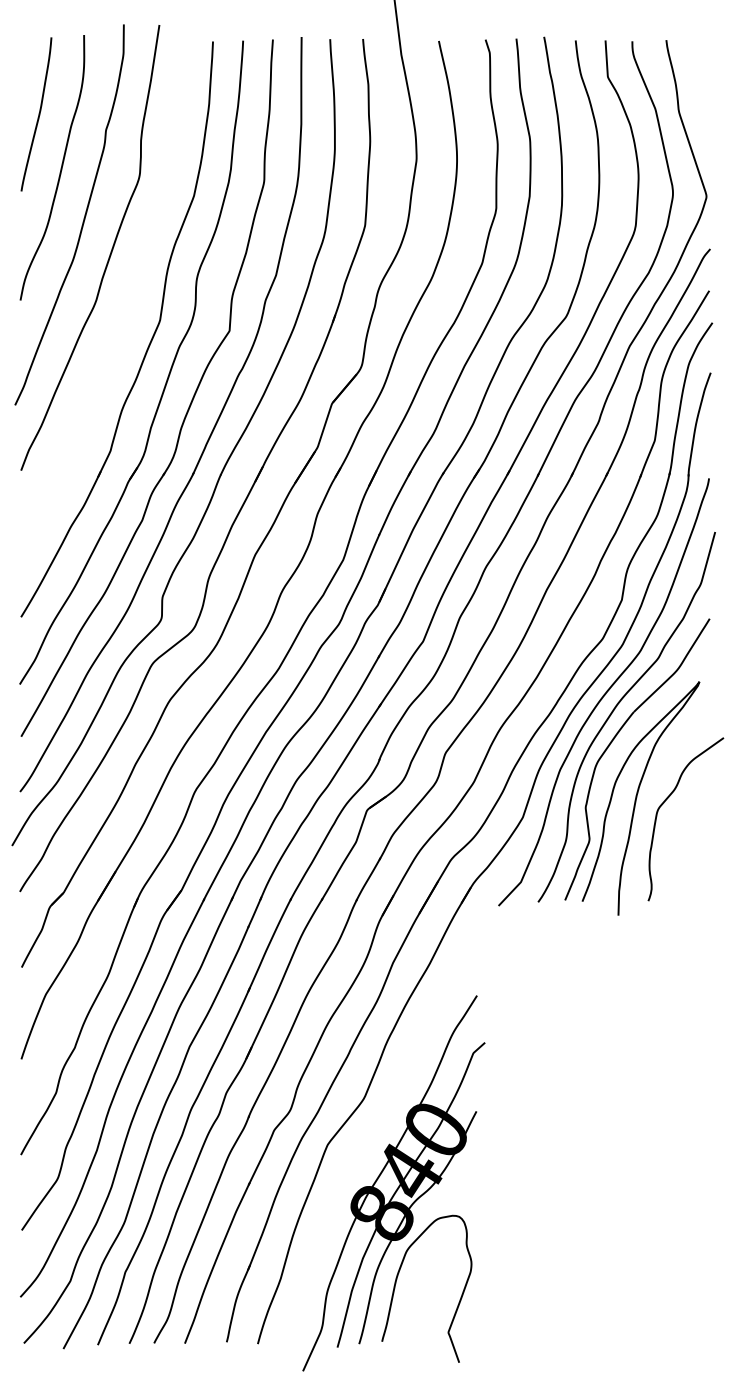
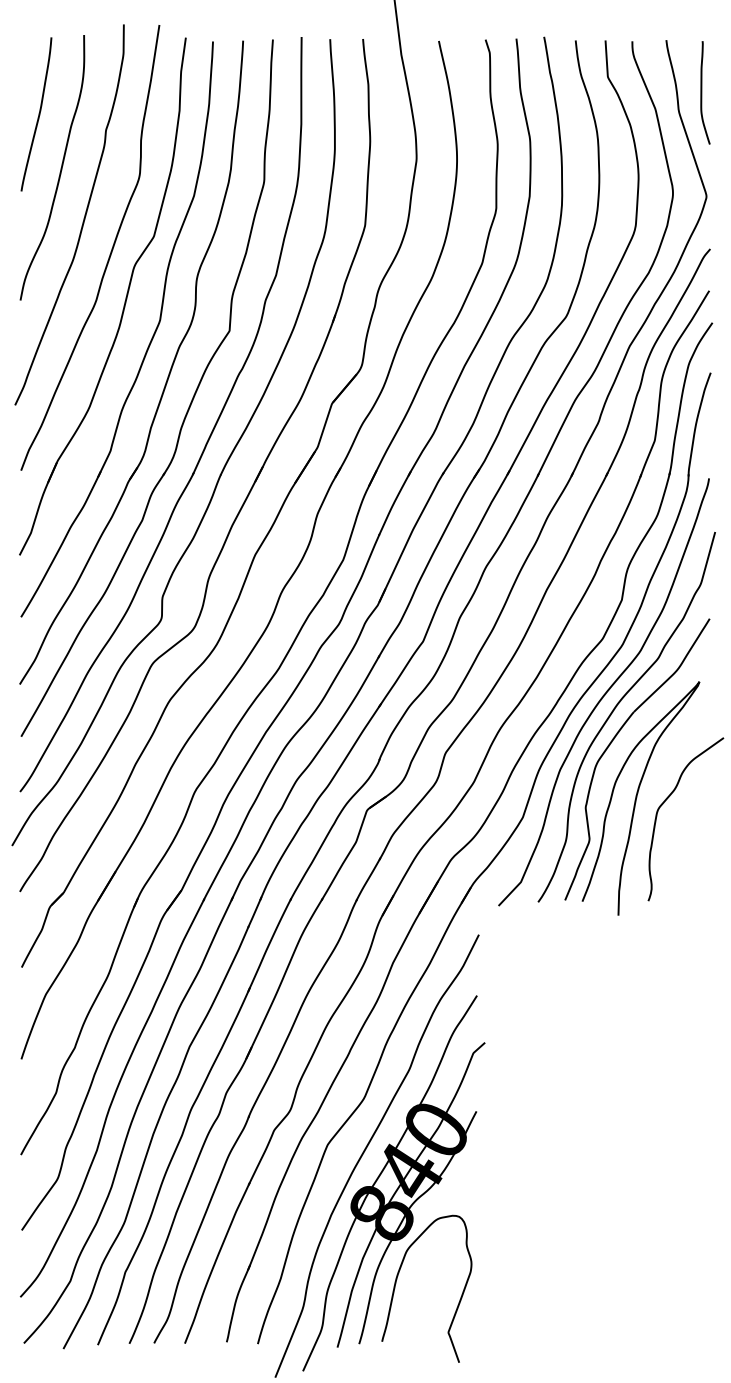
curve at (702, 92): none -> present
part at (124, 301): none -> present
curve at (366, 1149): none -> present
